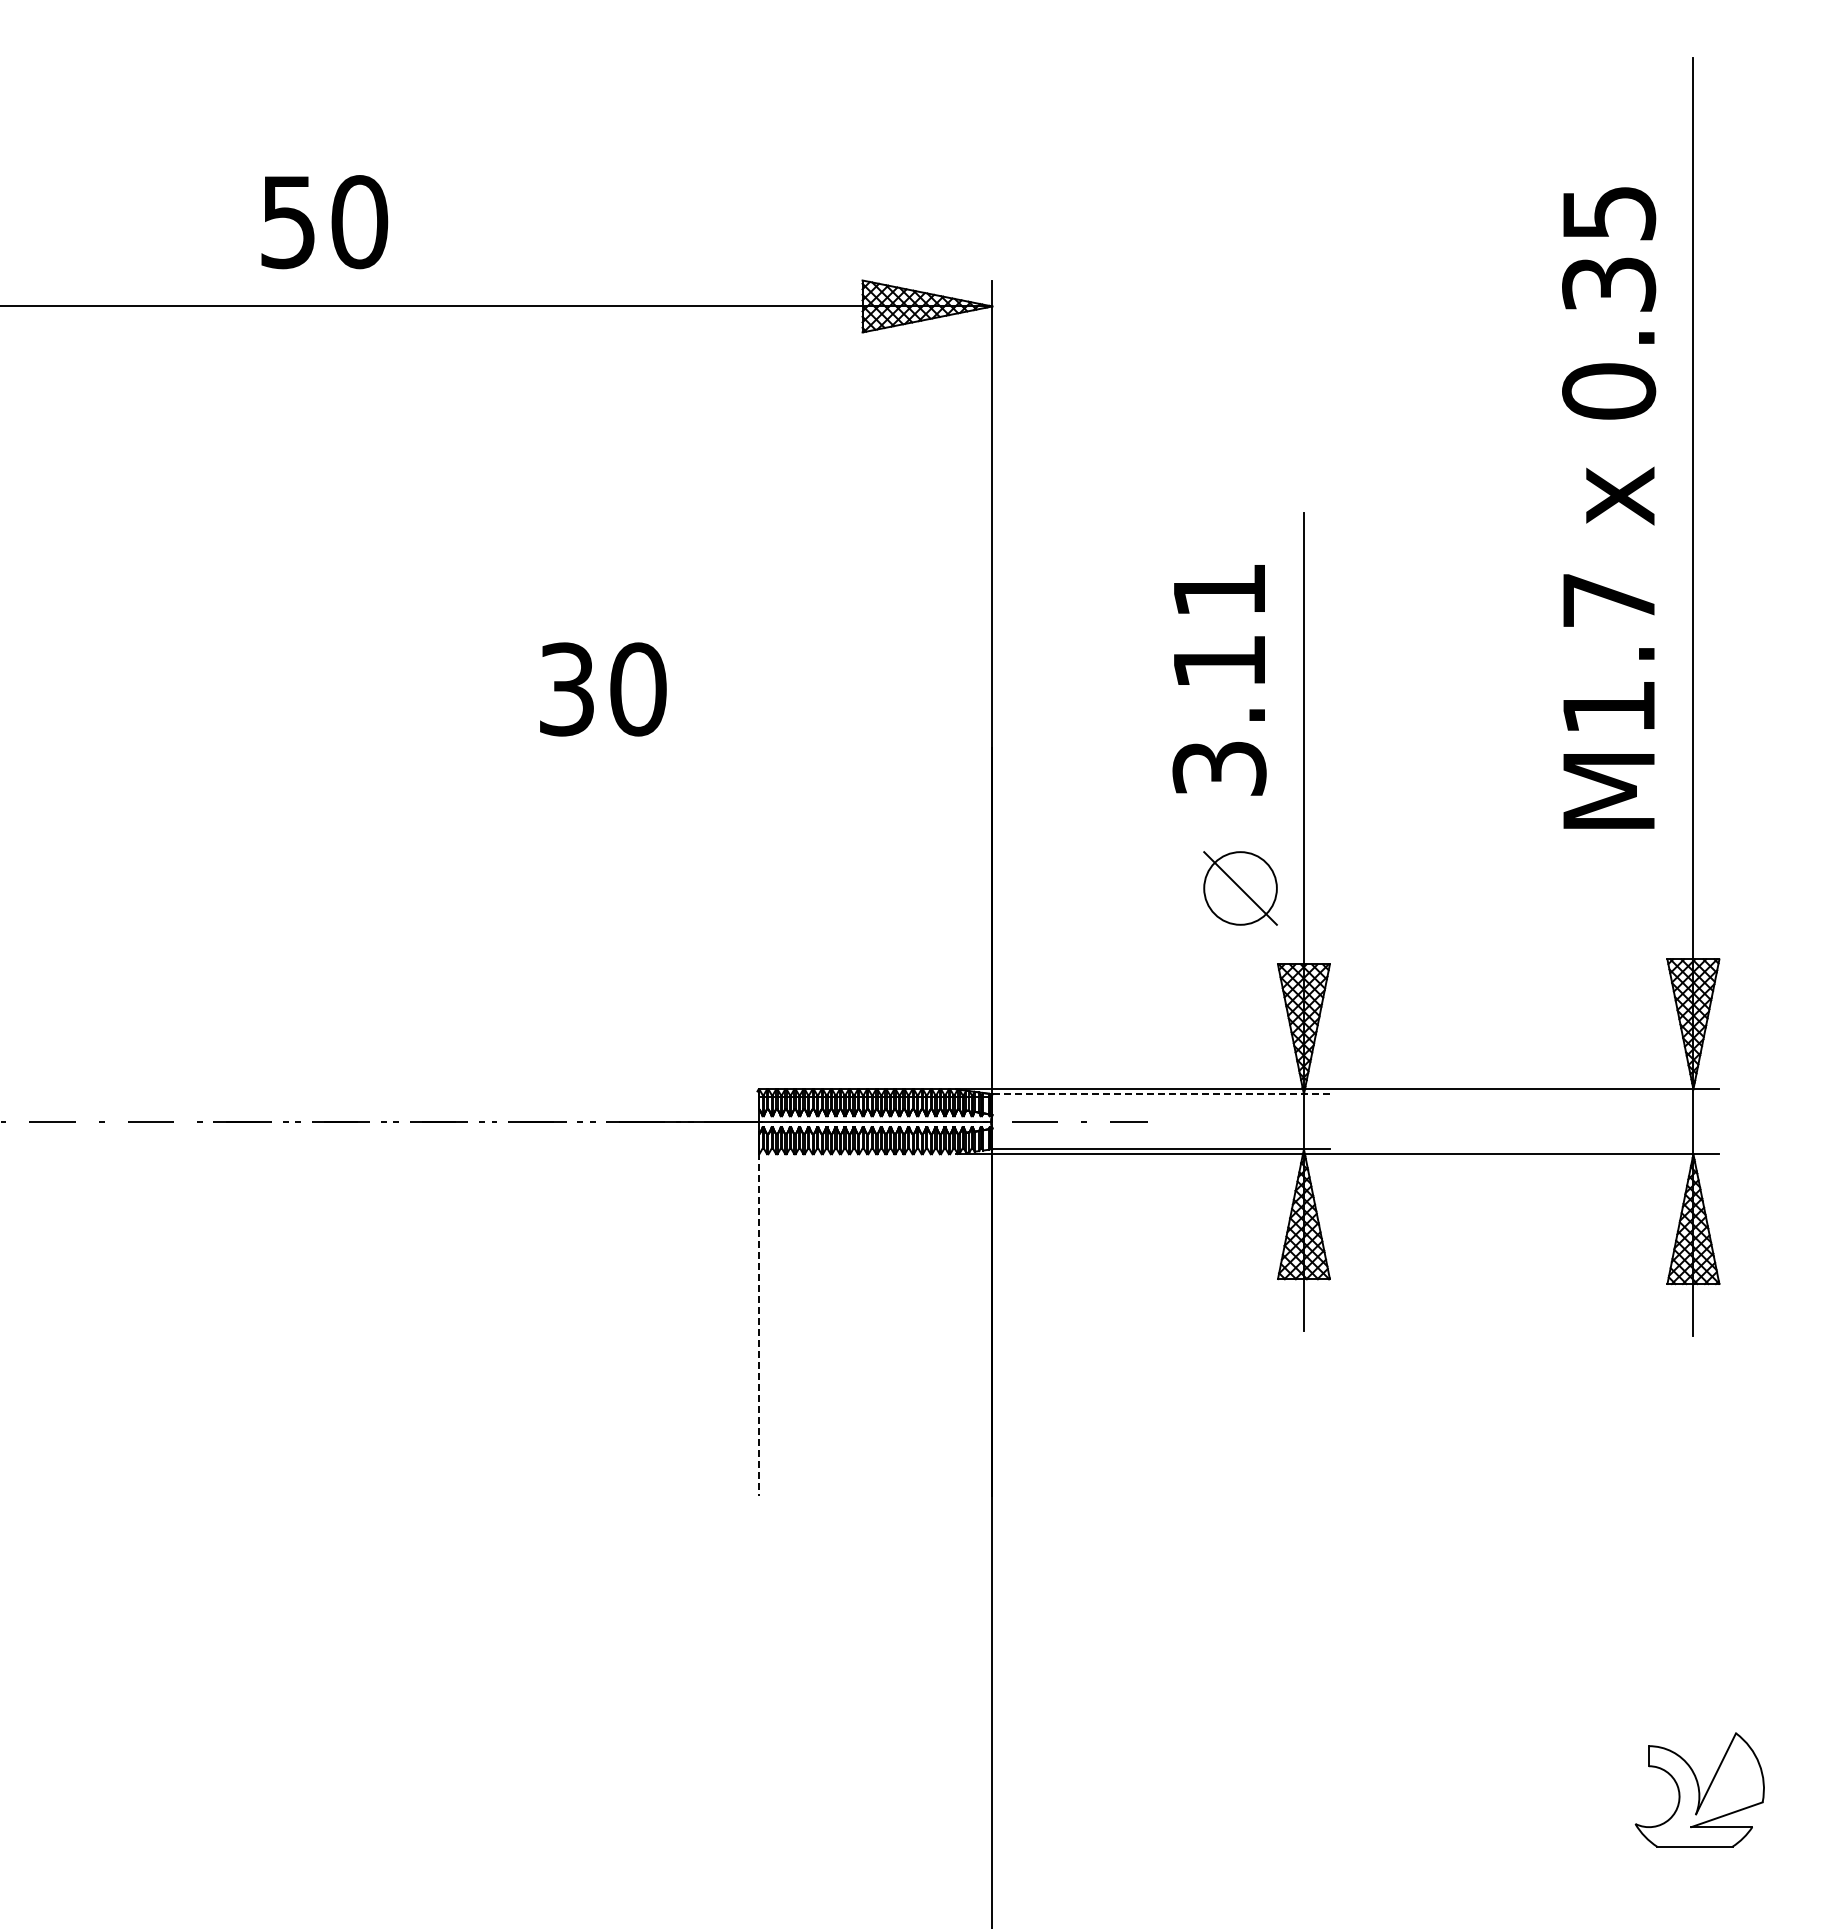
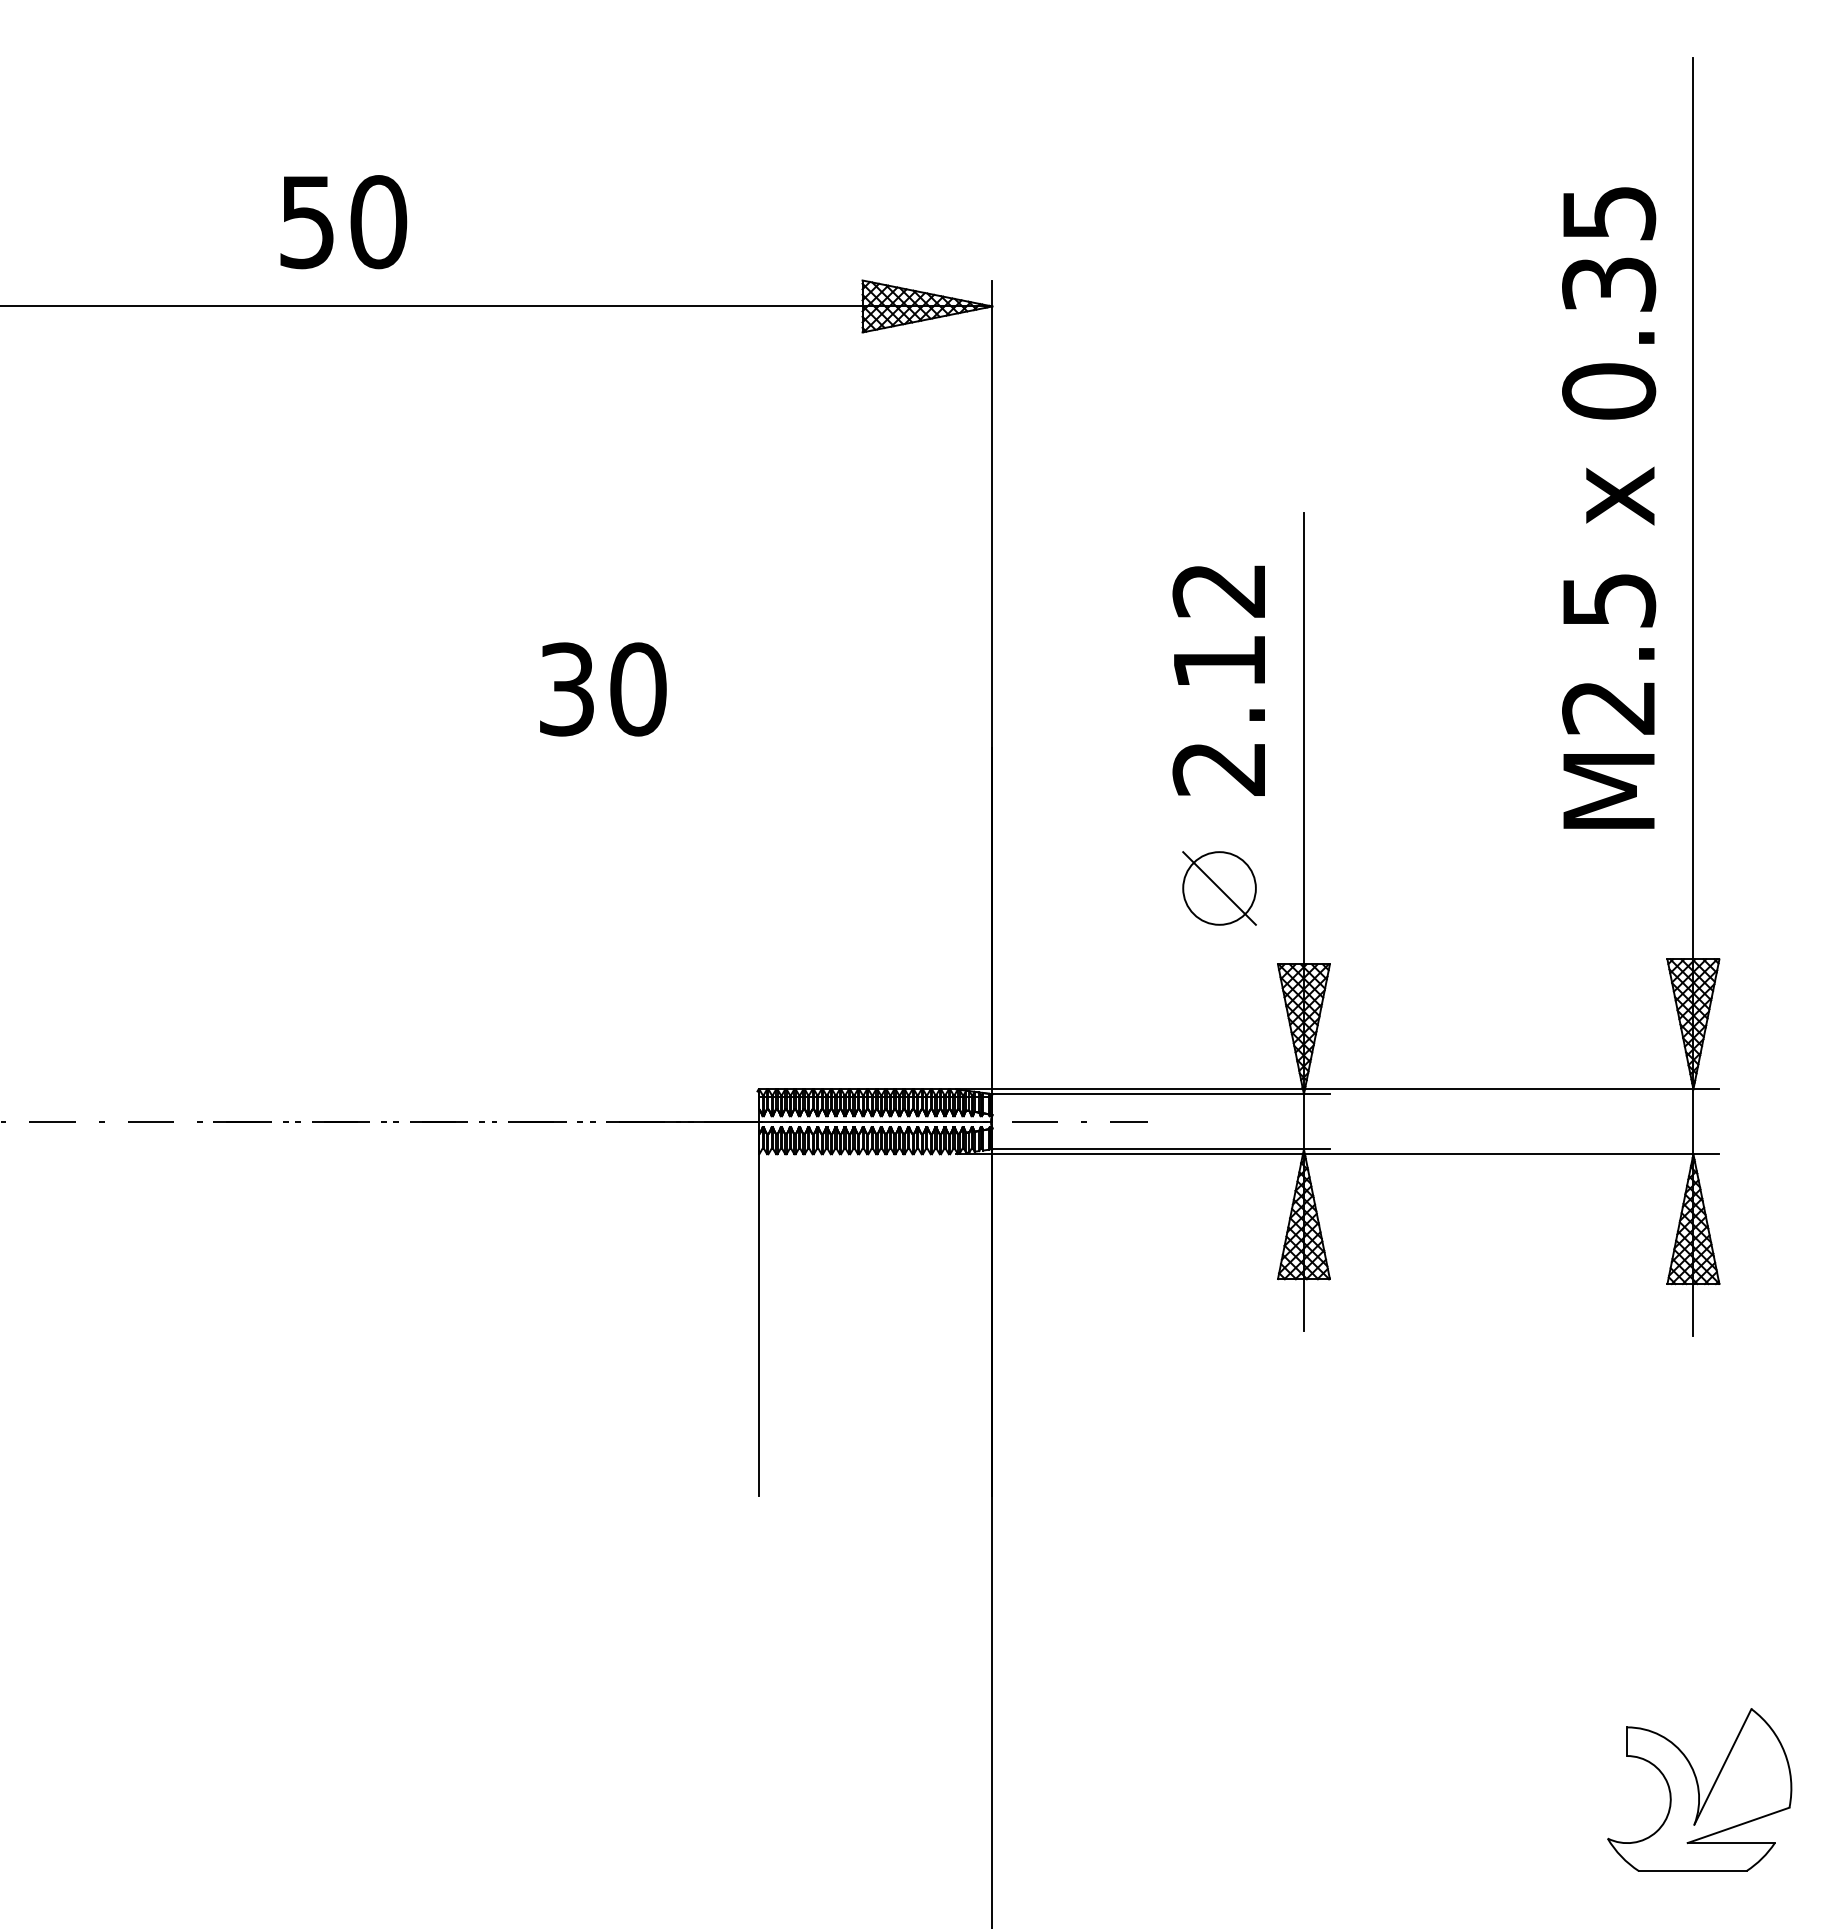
text at (324, 222) position: (324, 222) -> (343, 222)
text at (1609, 654): M1.7 -> M2.5
text at (1219, 680): 3.11 -> 2.12
part at (1240, 888) position: (1240, 888) -> (1219, 888)
line at (1161, 1094): dashed -> solid
line at (758, 1313): dashed -> solid
part at (1699, 1789) size: 131x116 px -> 186x164 px
